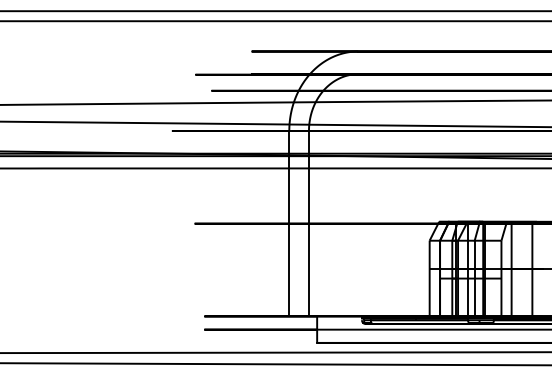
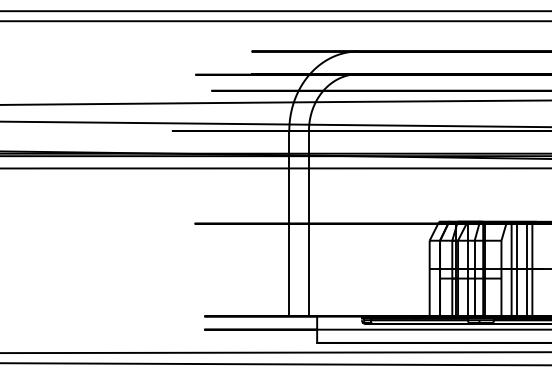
line at (516, 268): none -> present
line at (527, 268): none -> present
